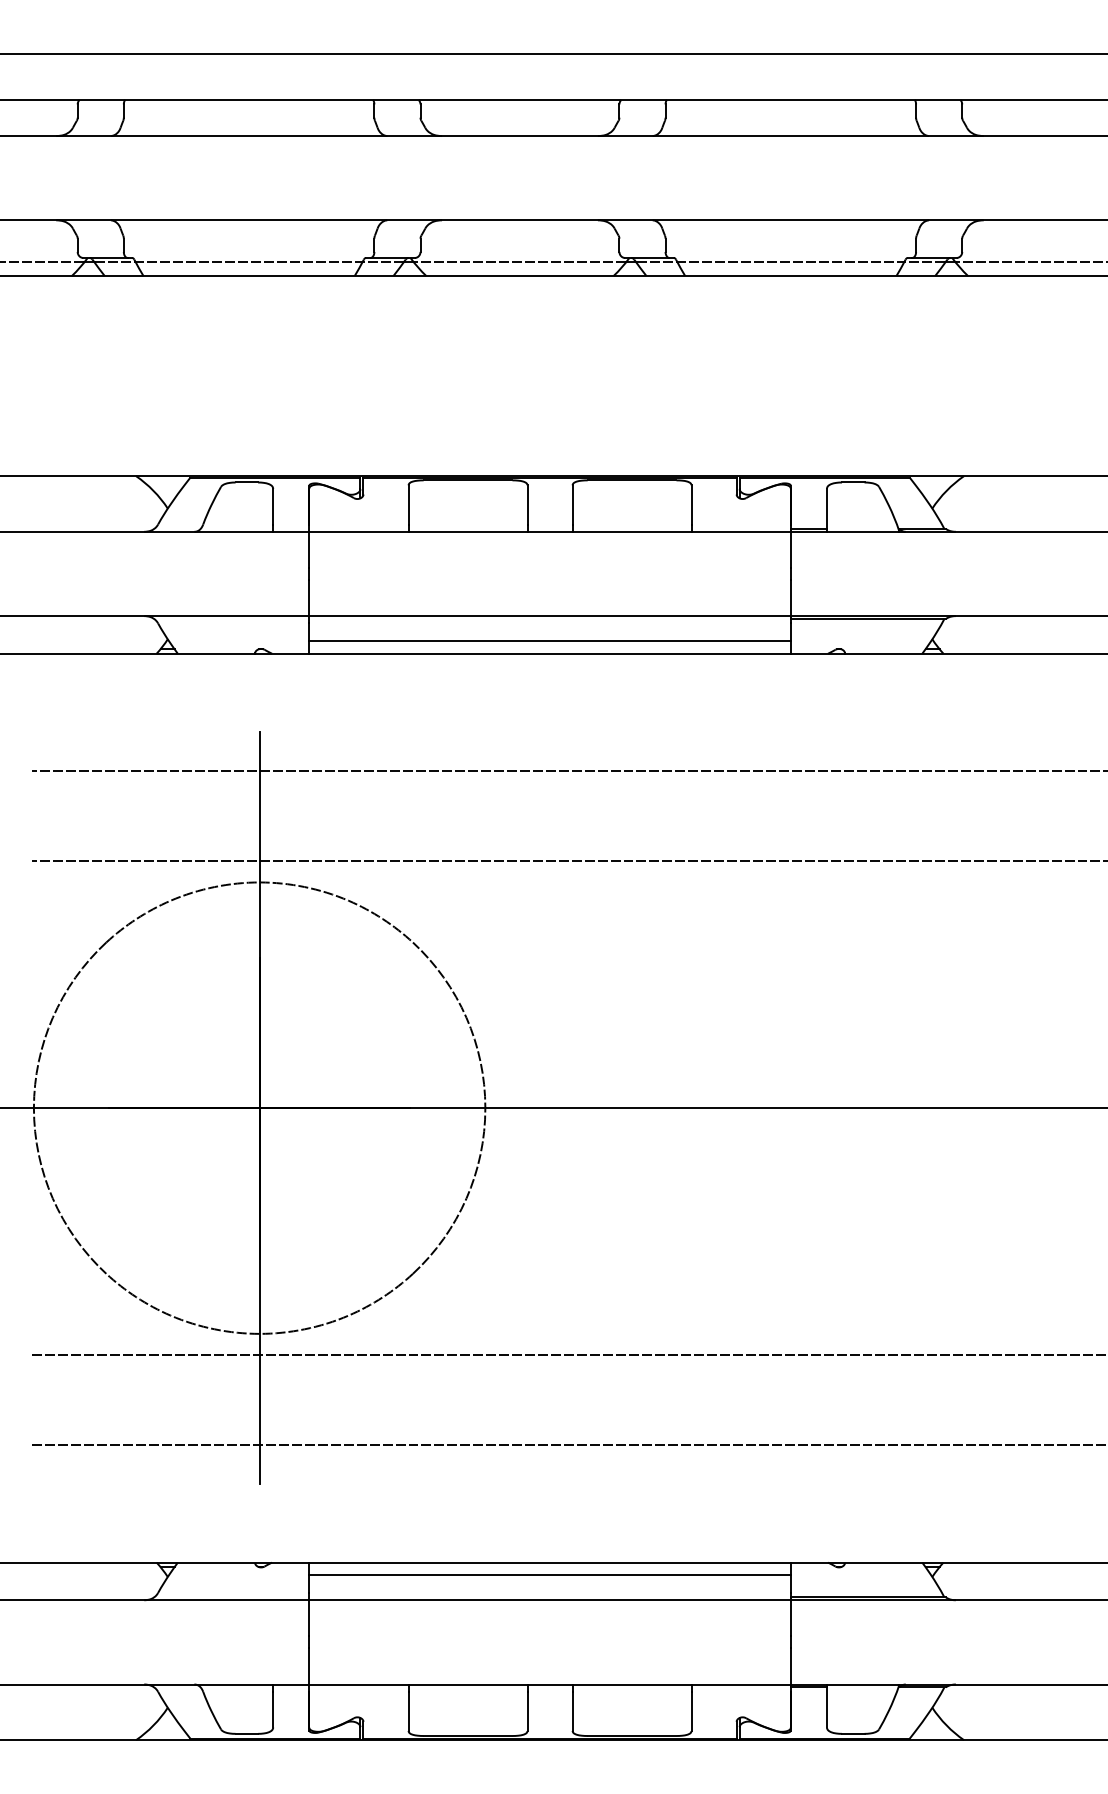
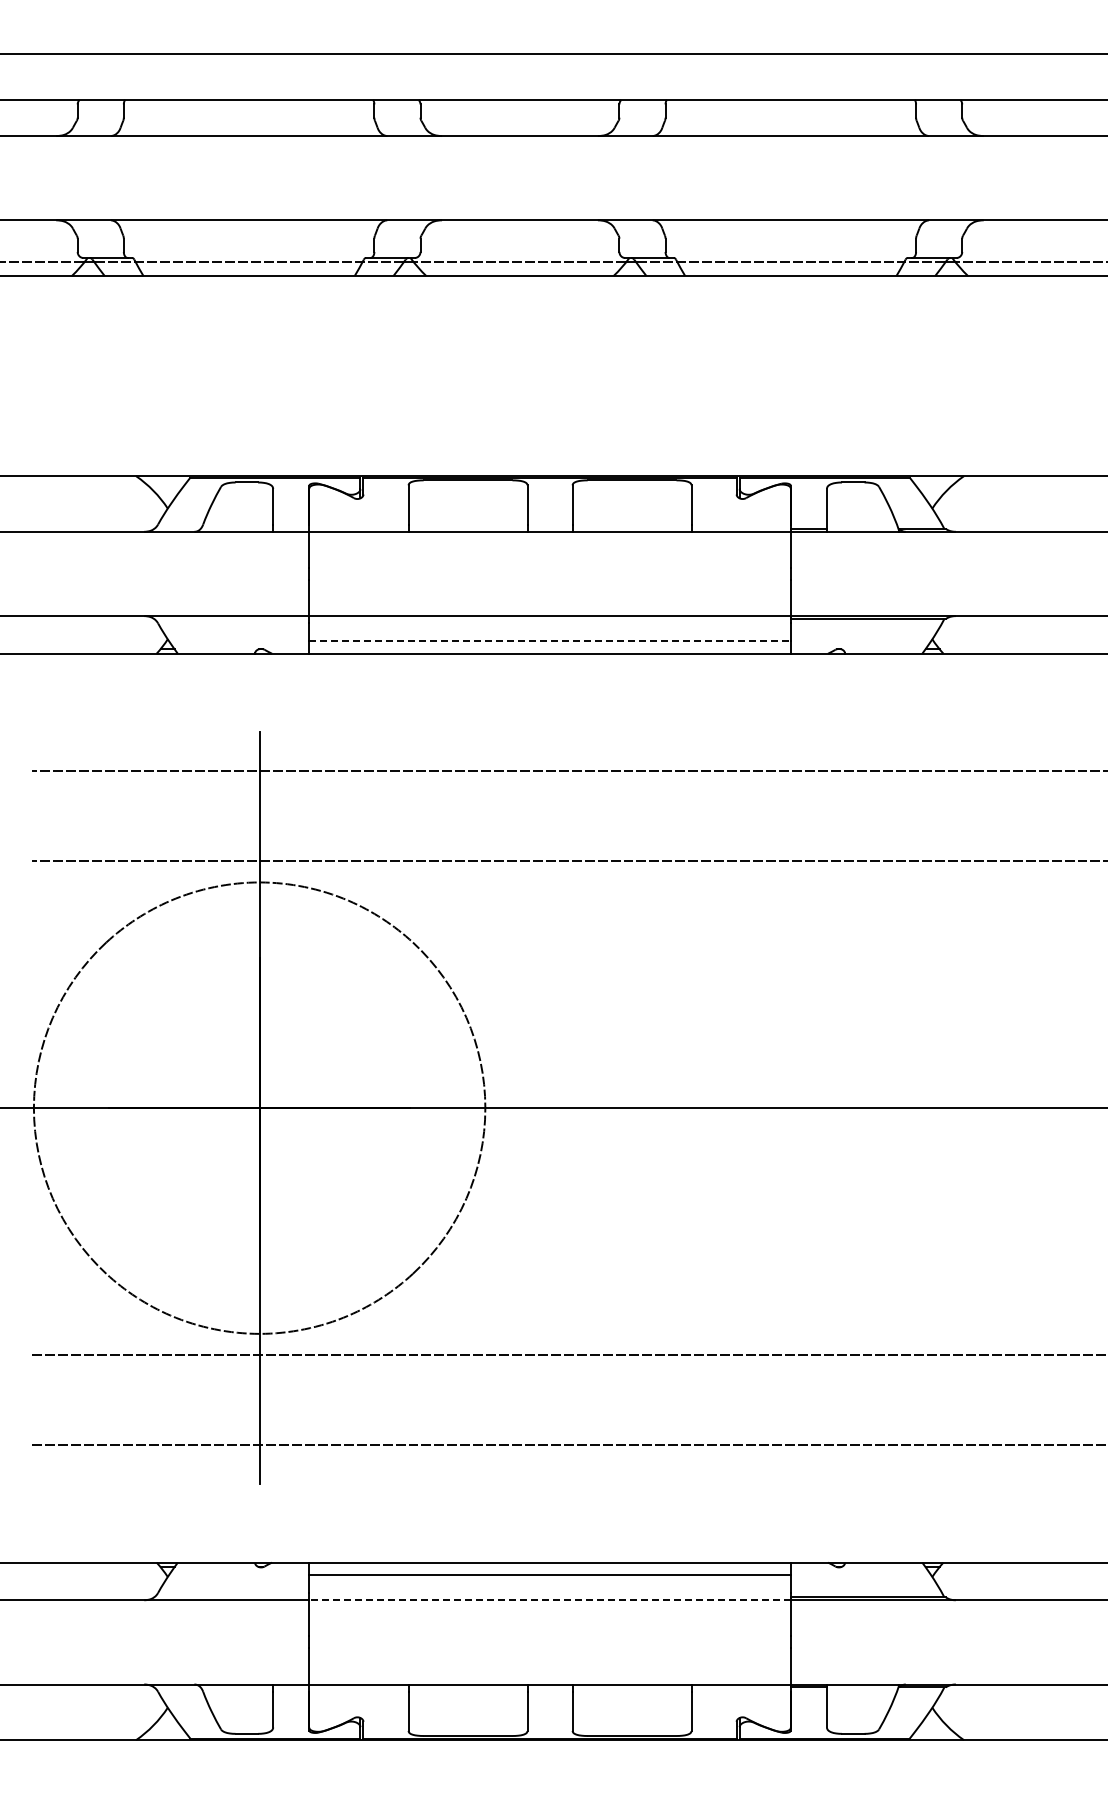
line at (550, 641): solid -> dashed
line at (550, 1600): solid -> dashed
